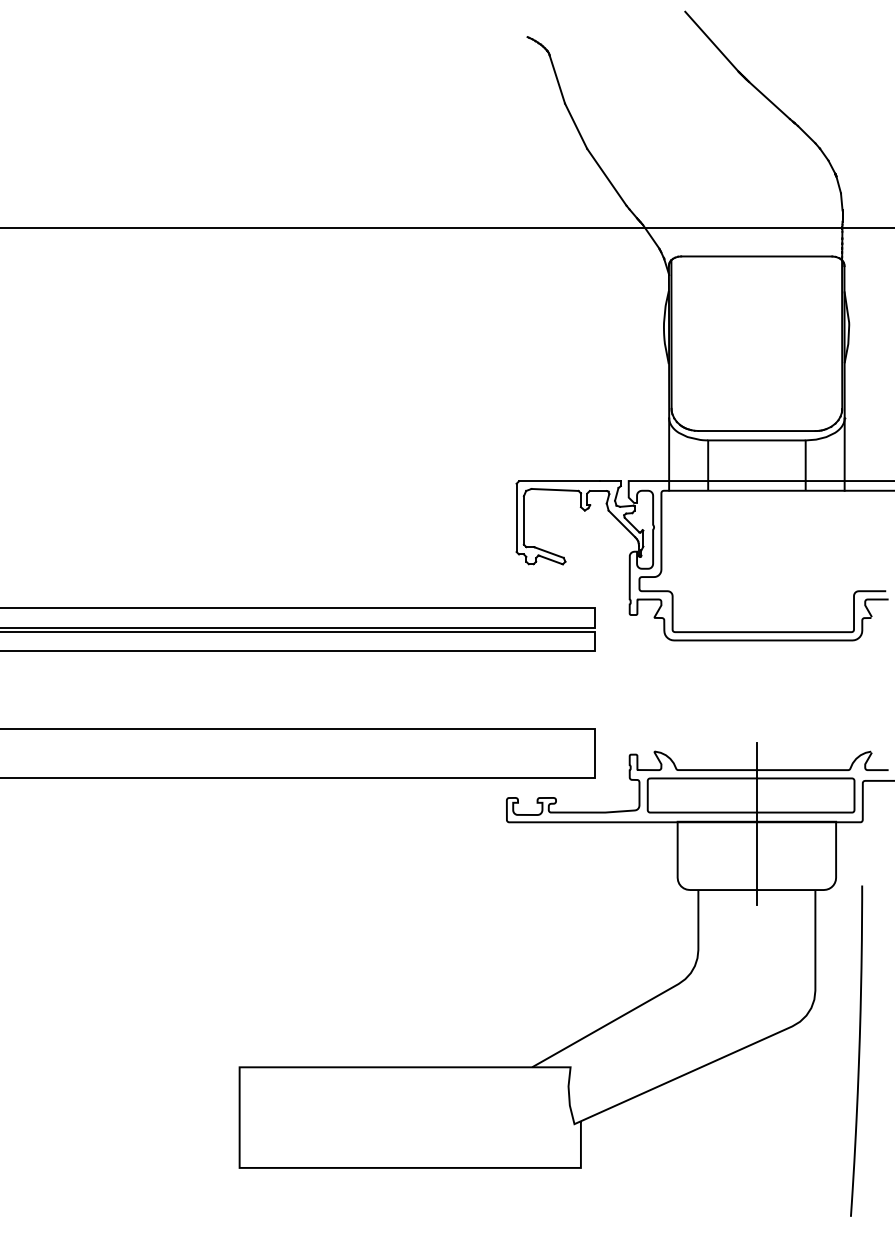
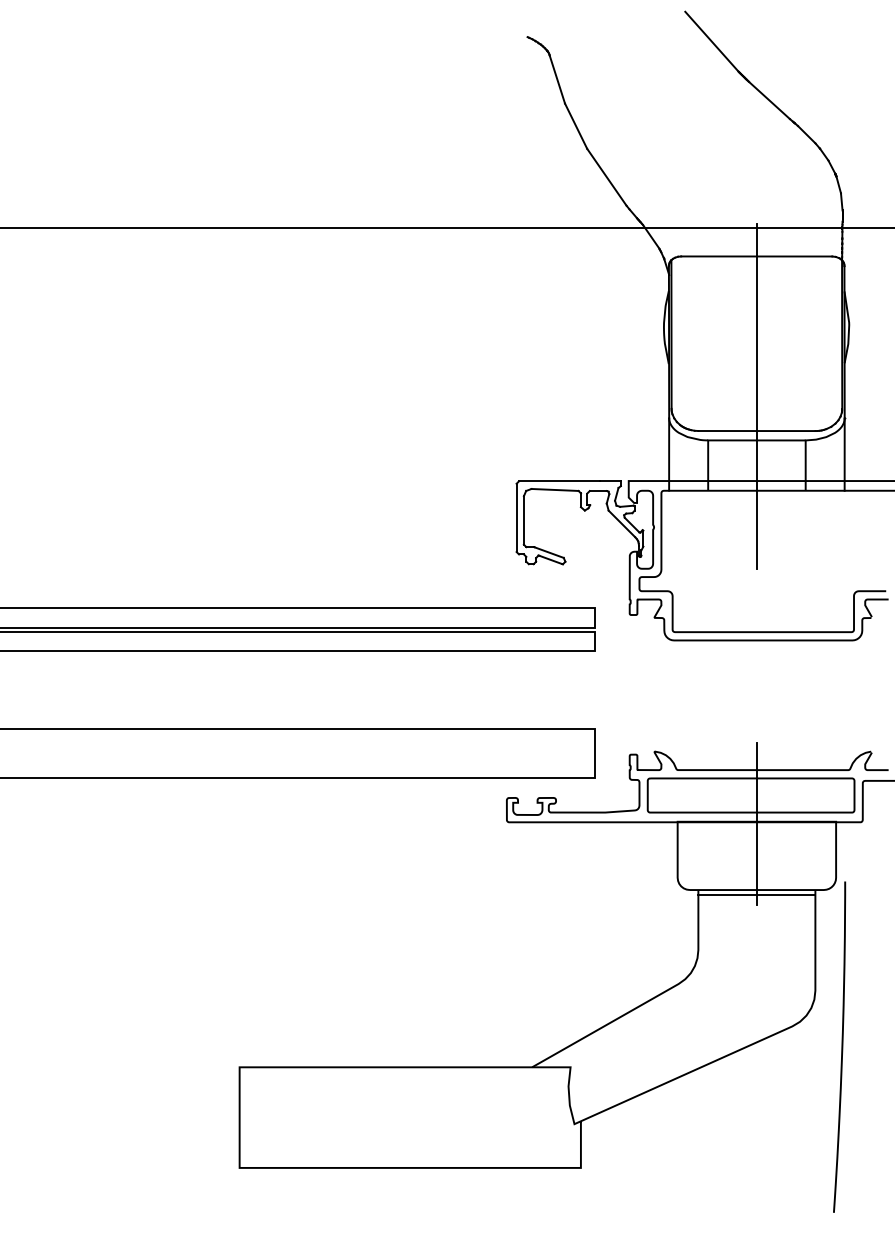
line at (756, 396): none -> present
line at (756, 895): none -> present
curve at (858, 1050) position: (858, 1050) -> (841, 1046)
